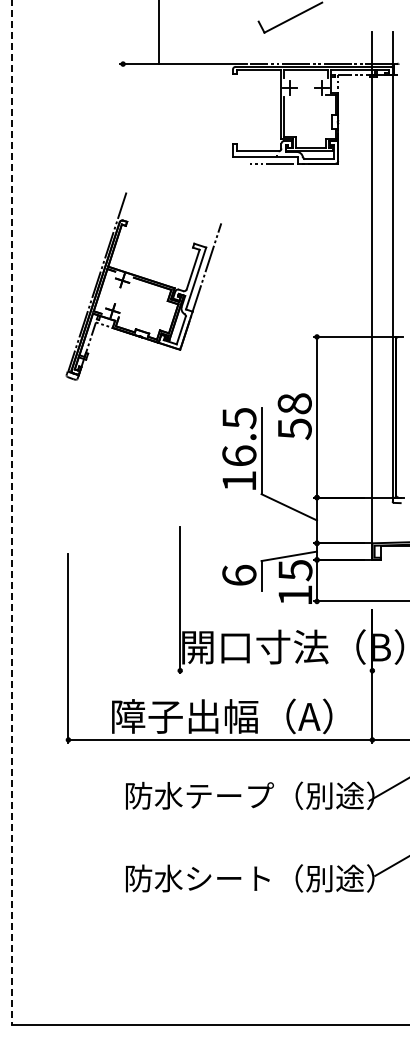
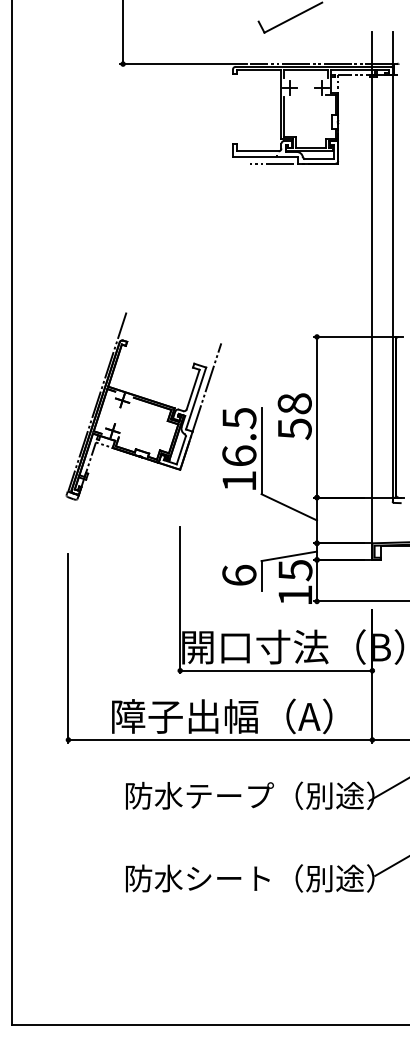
line at (159, 33) position: (159, 33) -> (123, 33)
part at (143, 286) position: (143, 286) -> (143, 406)
line at (12, 513): dashed -> solid
line at (276, 670): none -> present
